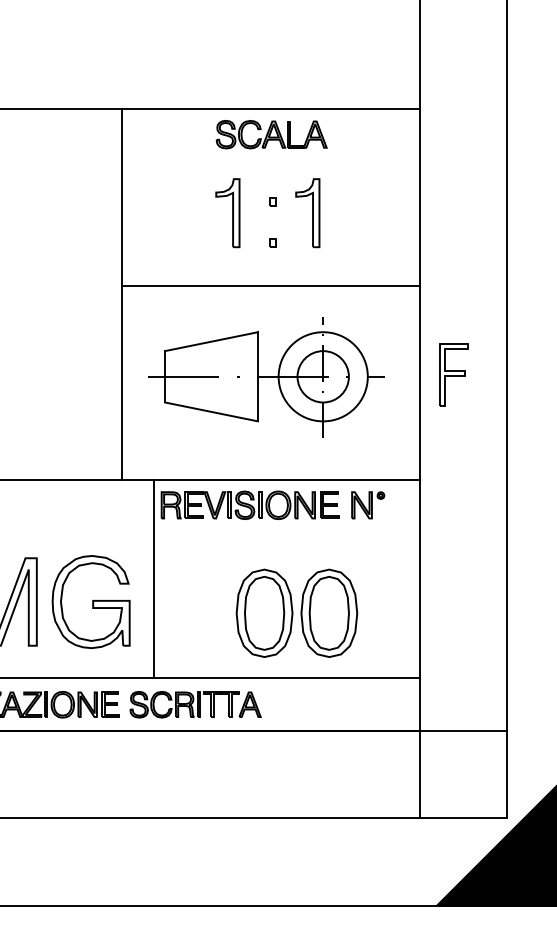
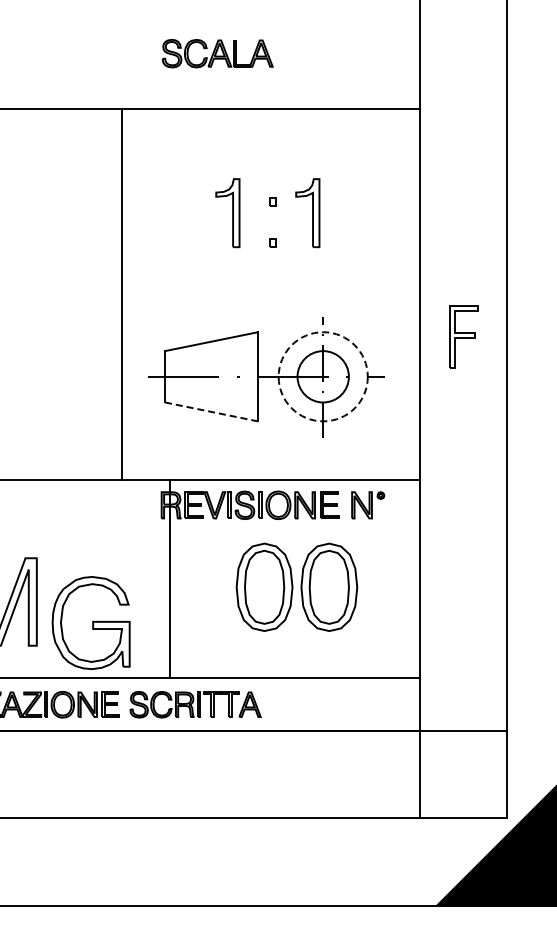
part at (271, 134) position: (271, 134) -> (217, 53)
line at (270, 286): present -> none
part at (453, 374) position: (453, 374) -> (463, 336)
circle at (322, 376): solid -> dashed
line at (212, 412): solid -> dashed
line at (153, 579) position: (153, 579) -> (169, 579)
part at (90, 601) position: (90, 601) -> (90, 622)
part at (296, 612) position: (296, 612) -> (296, 586)
